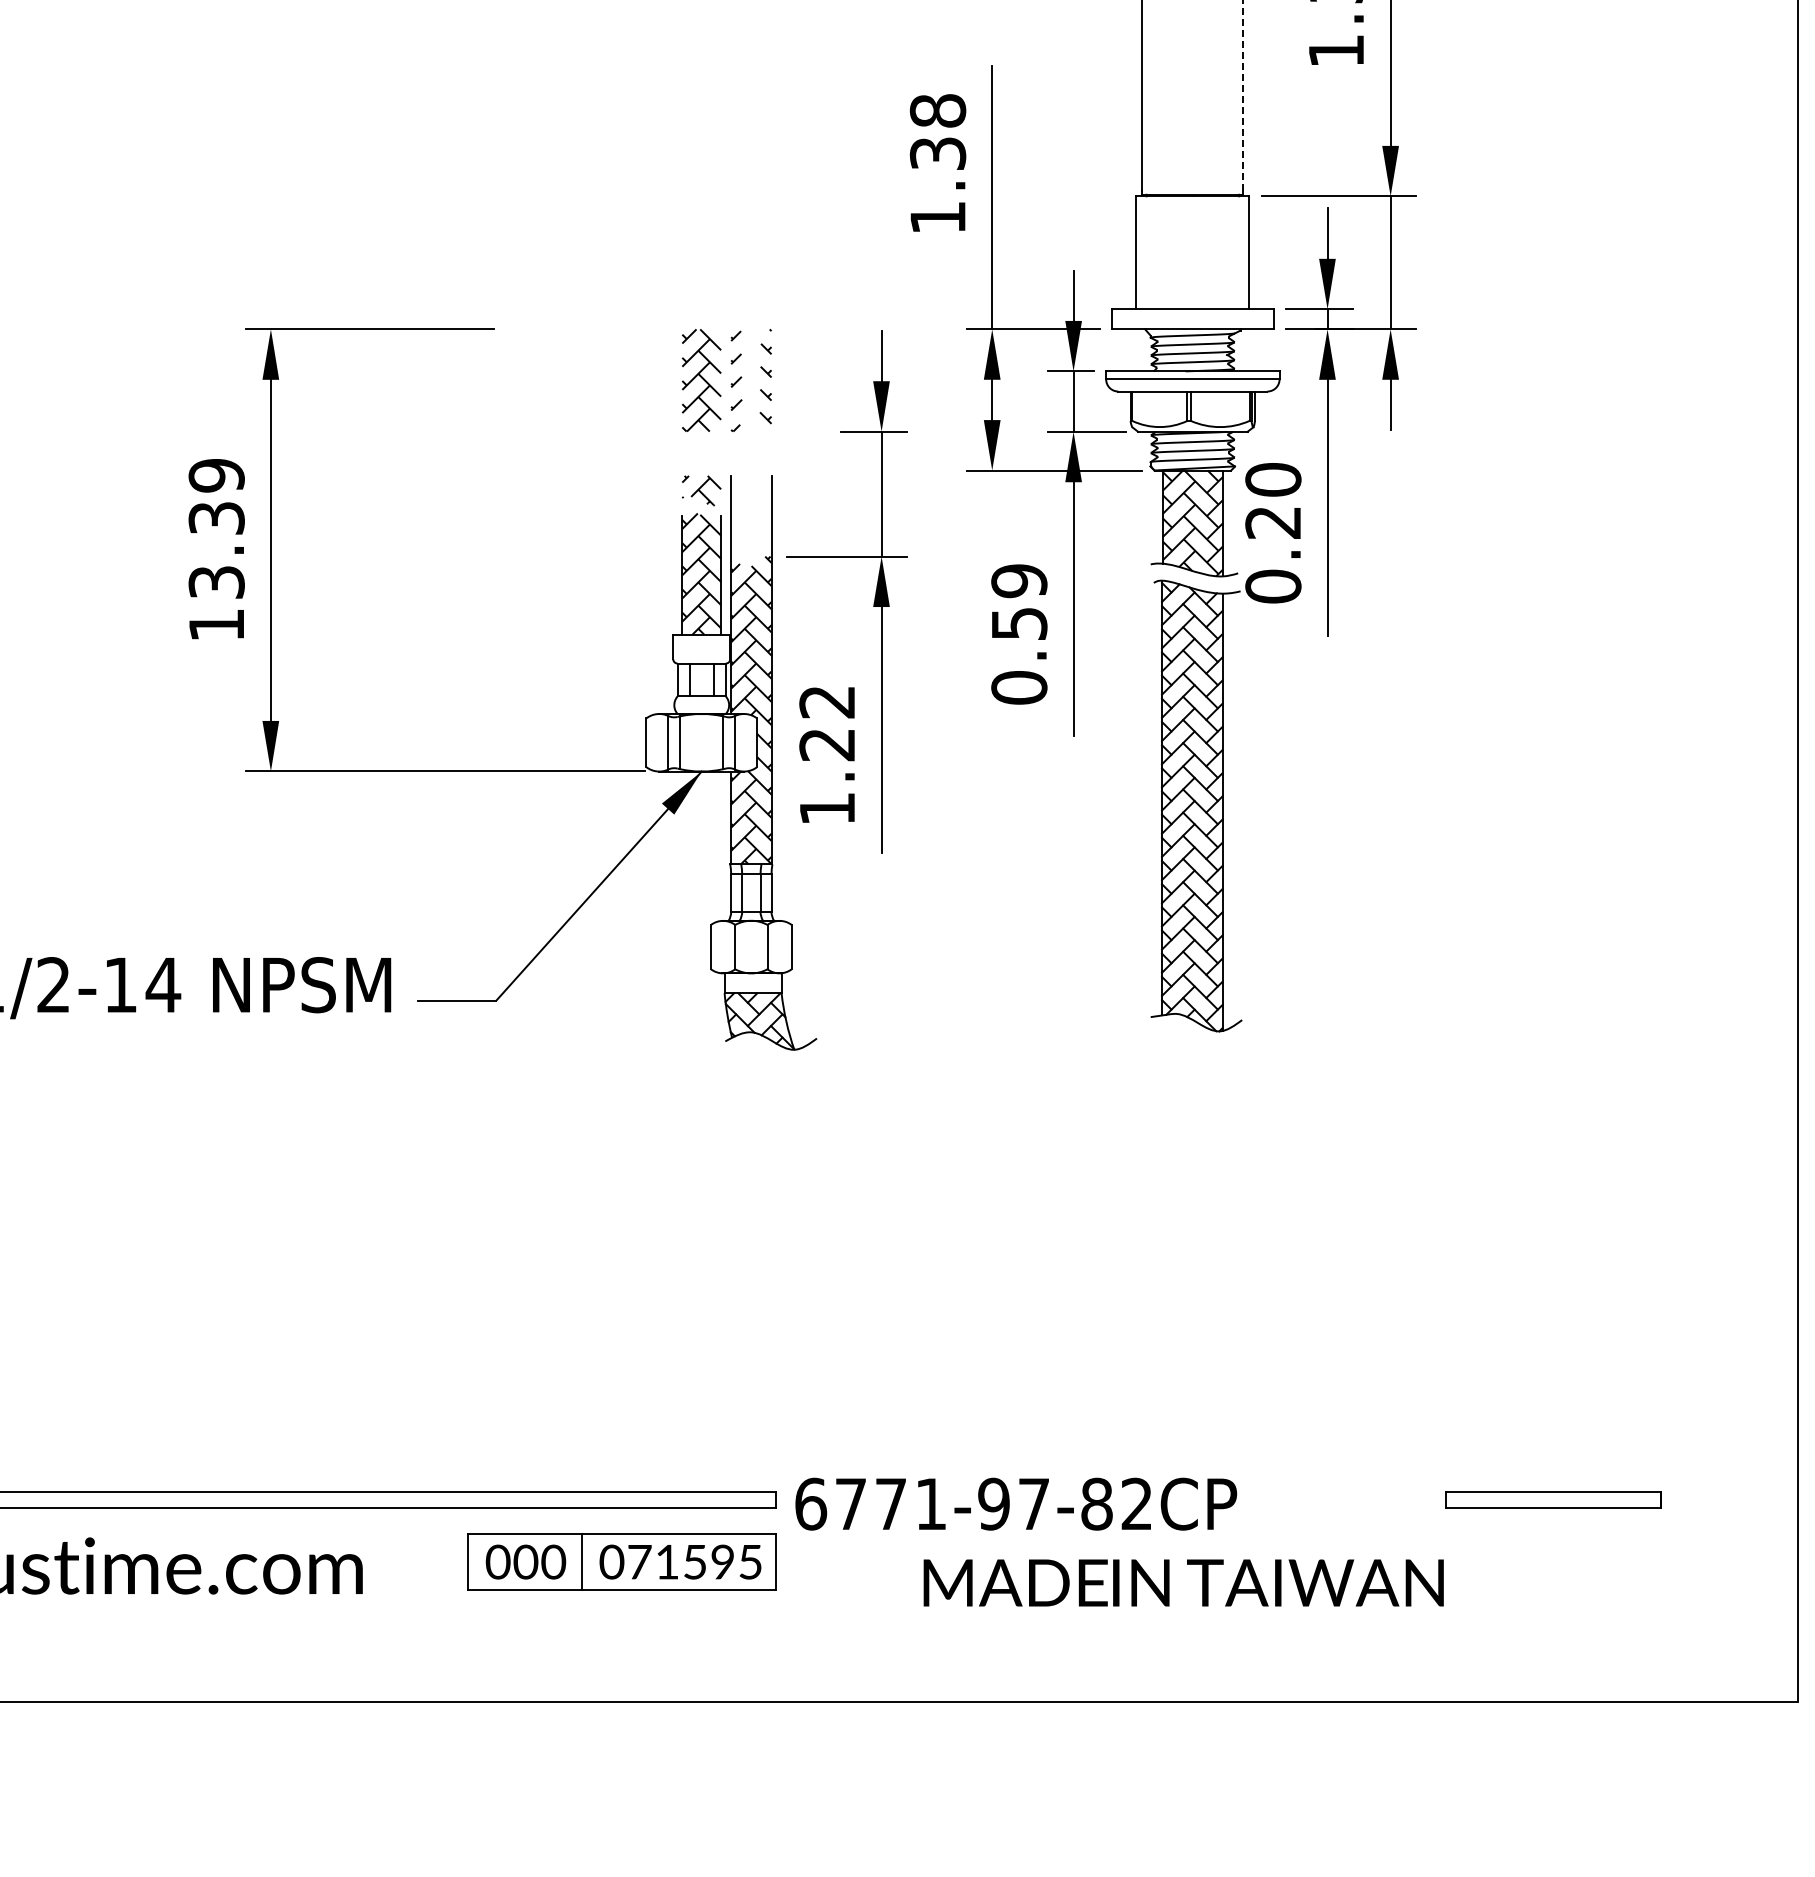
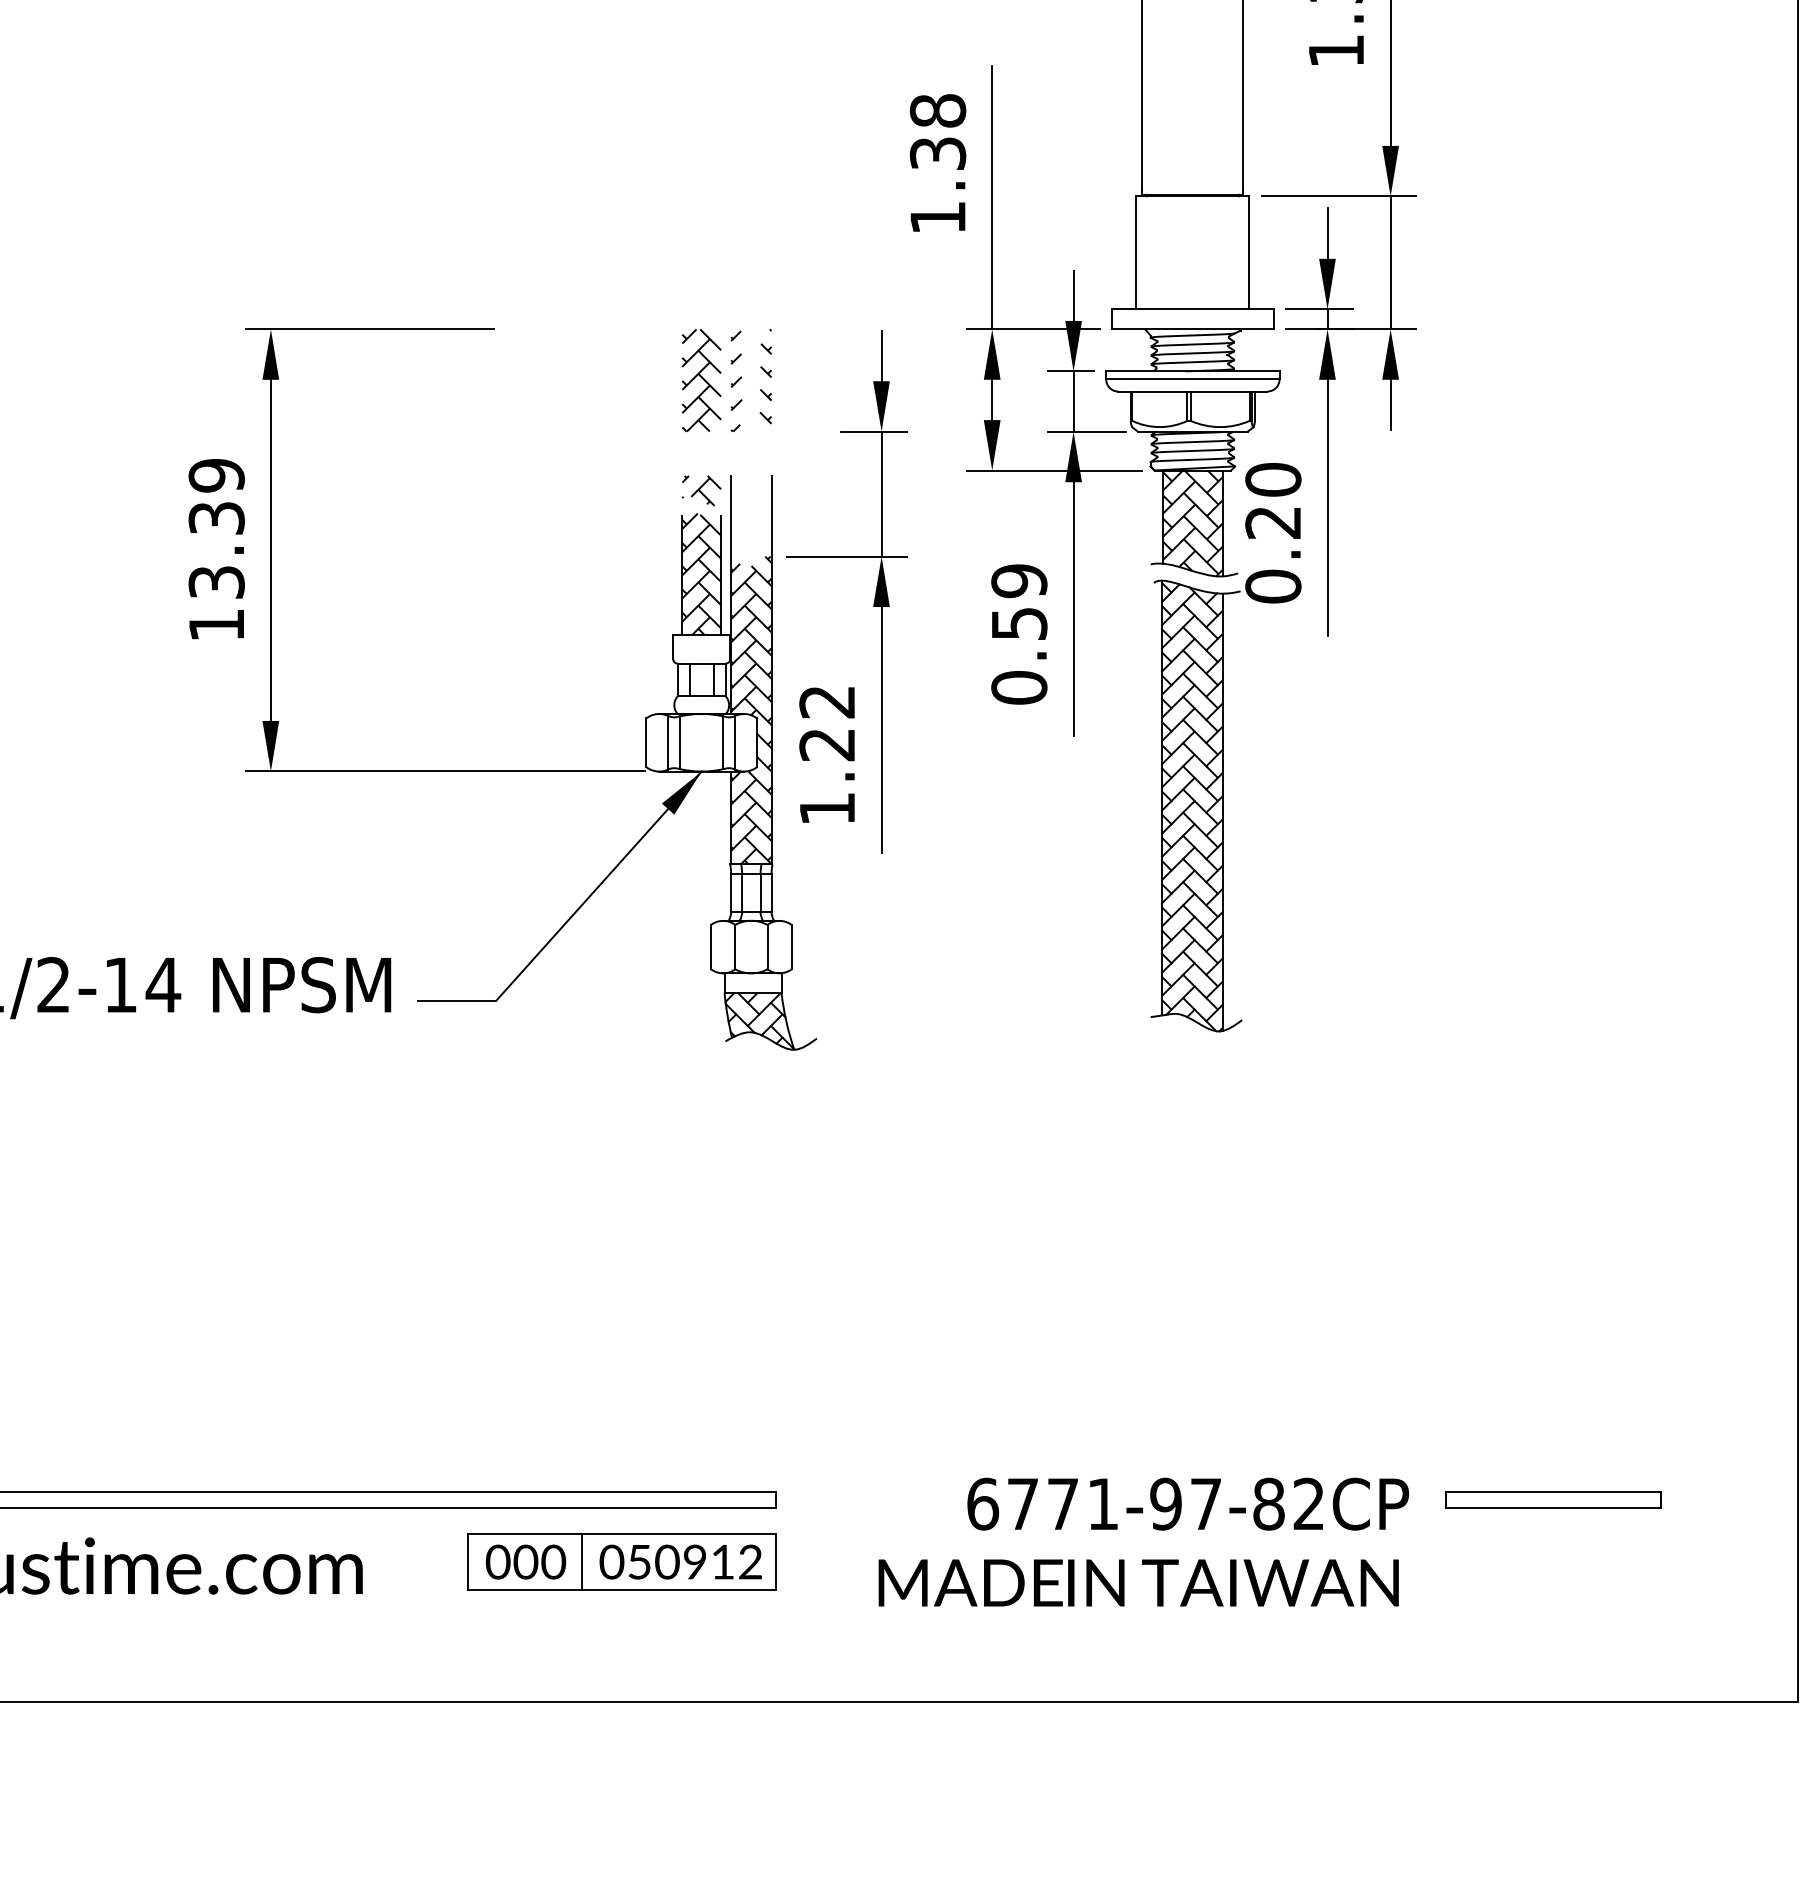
line at (1243, 95): dashed -> solid
text at (1016, 1503) position: (1016, 1503) -> (1188, 1503)
text at (694, 1561): 071595 -> 050912
text at (1183, 1582) position: (1183, 1582) -> (1138, 1582)
